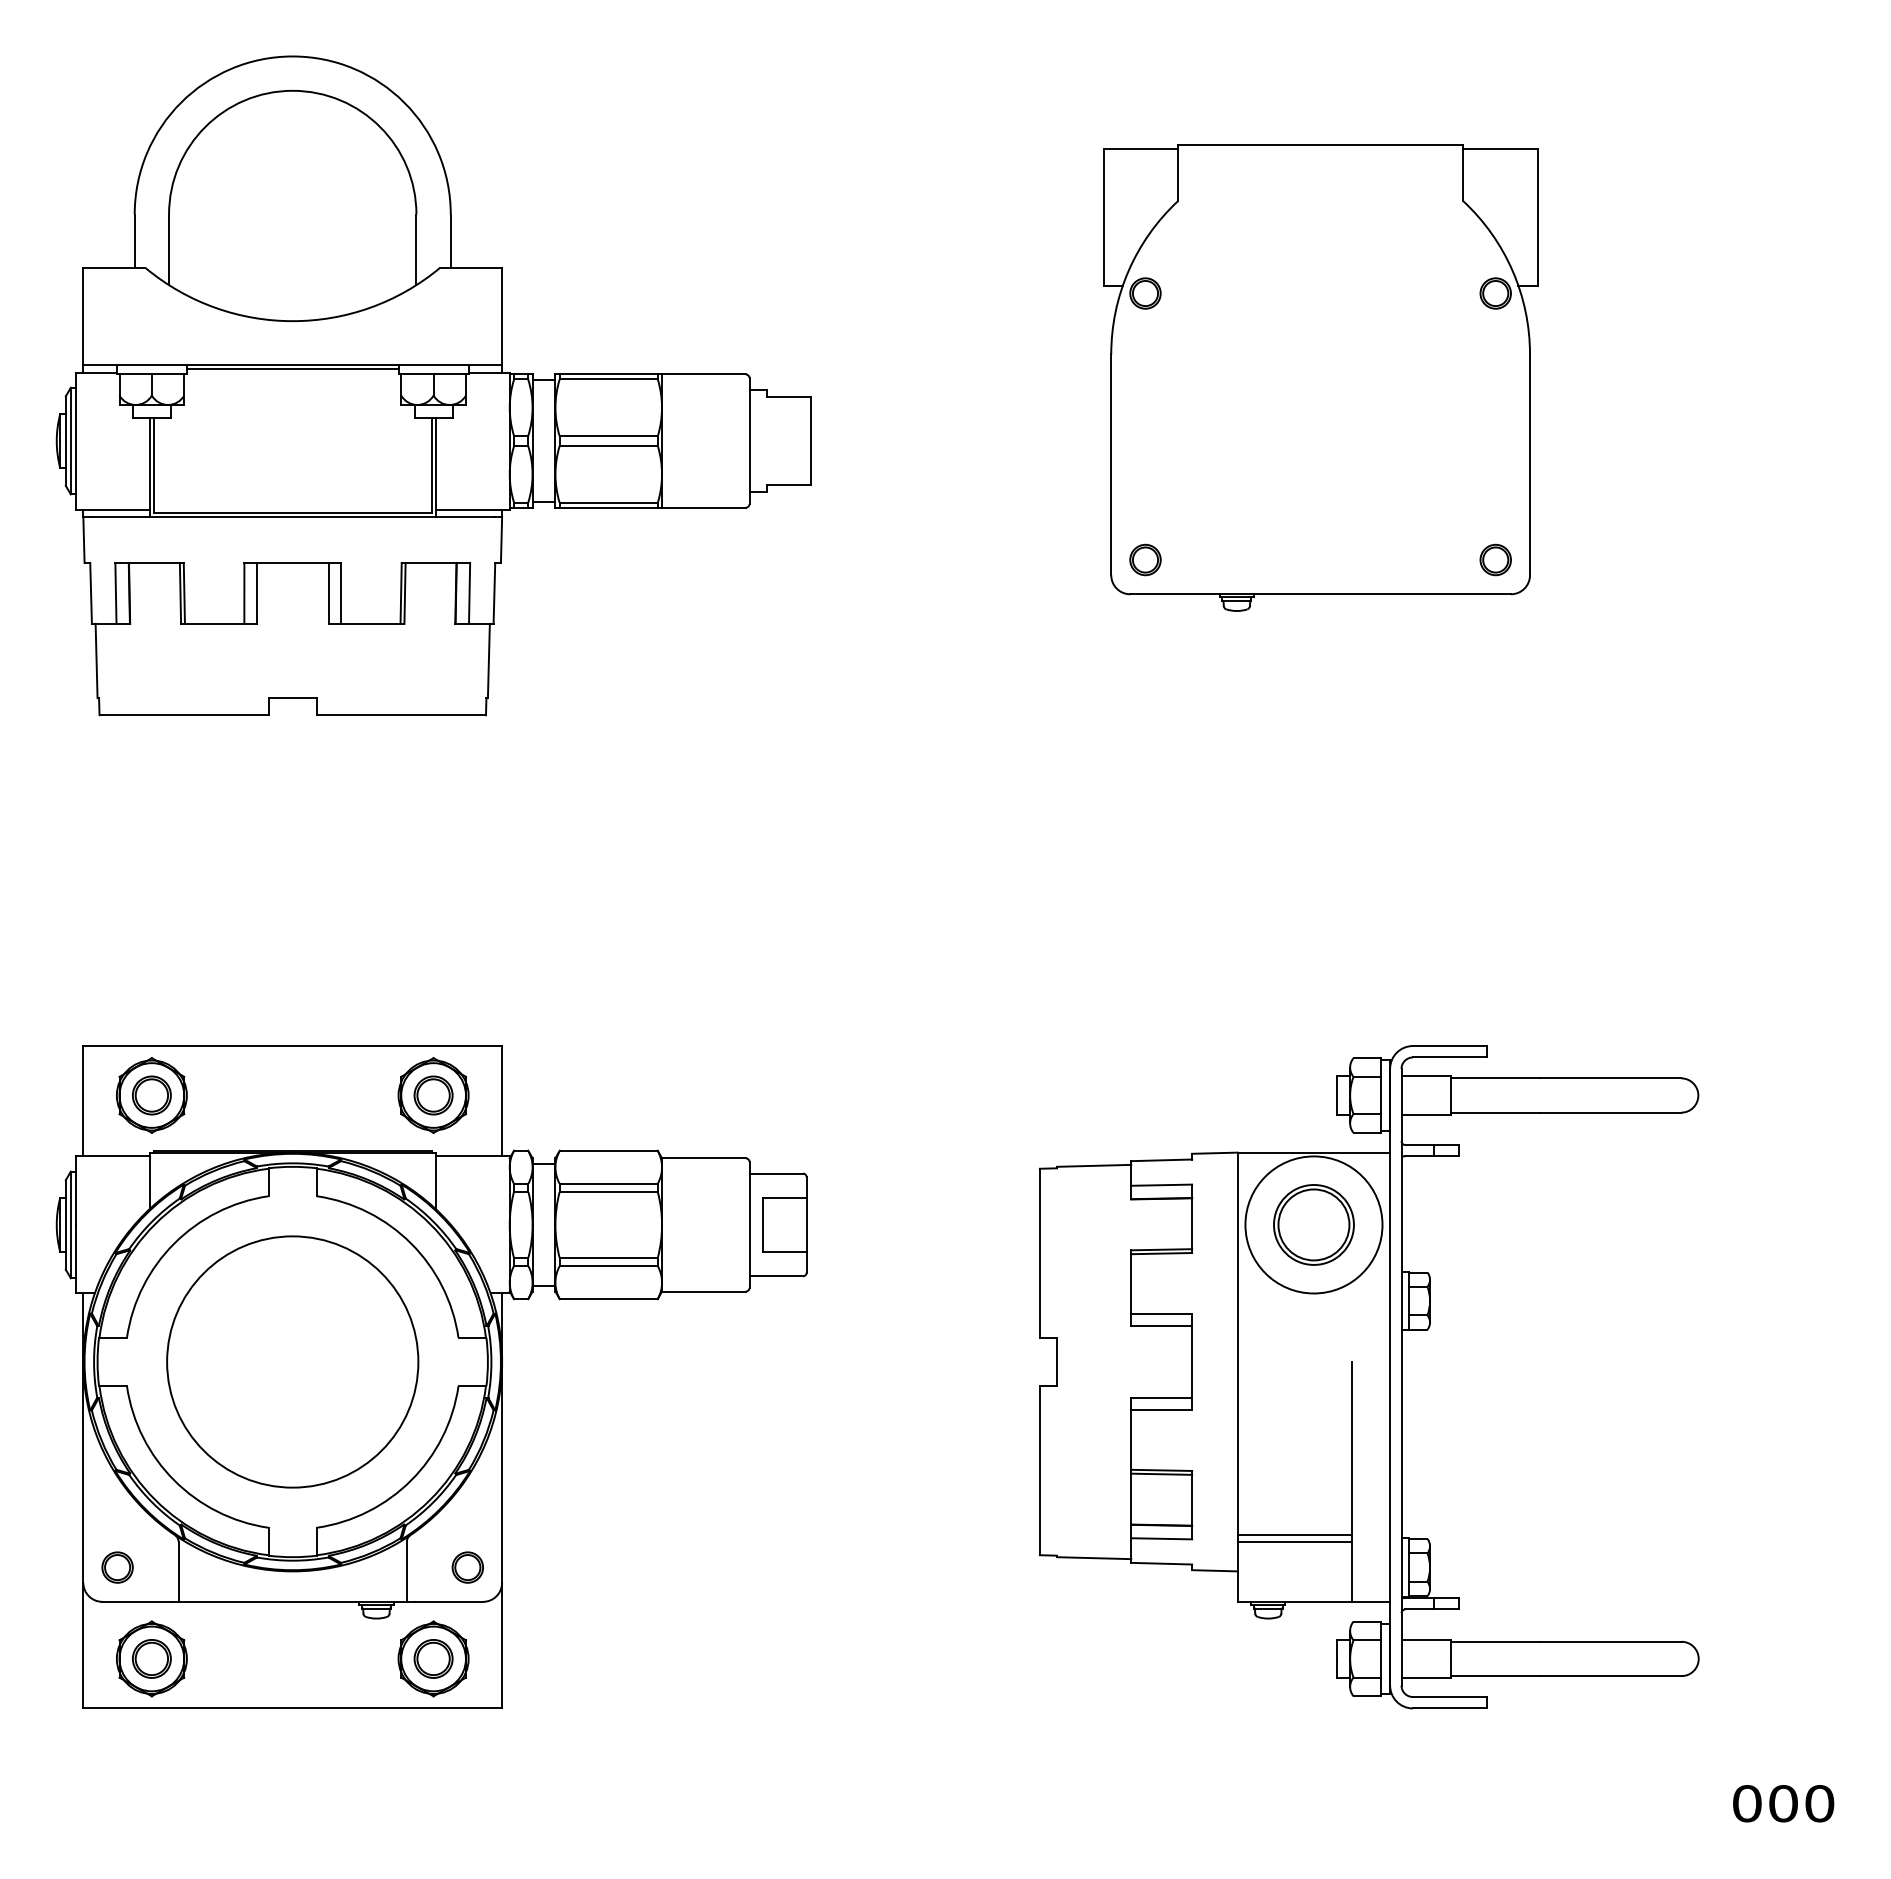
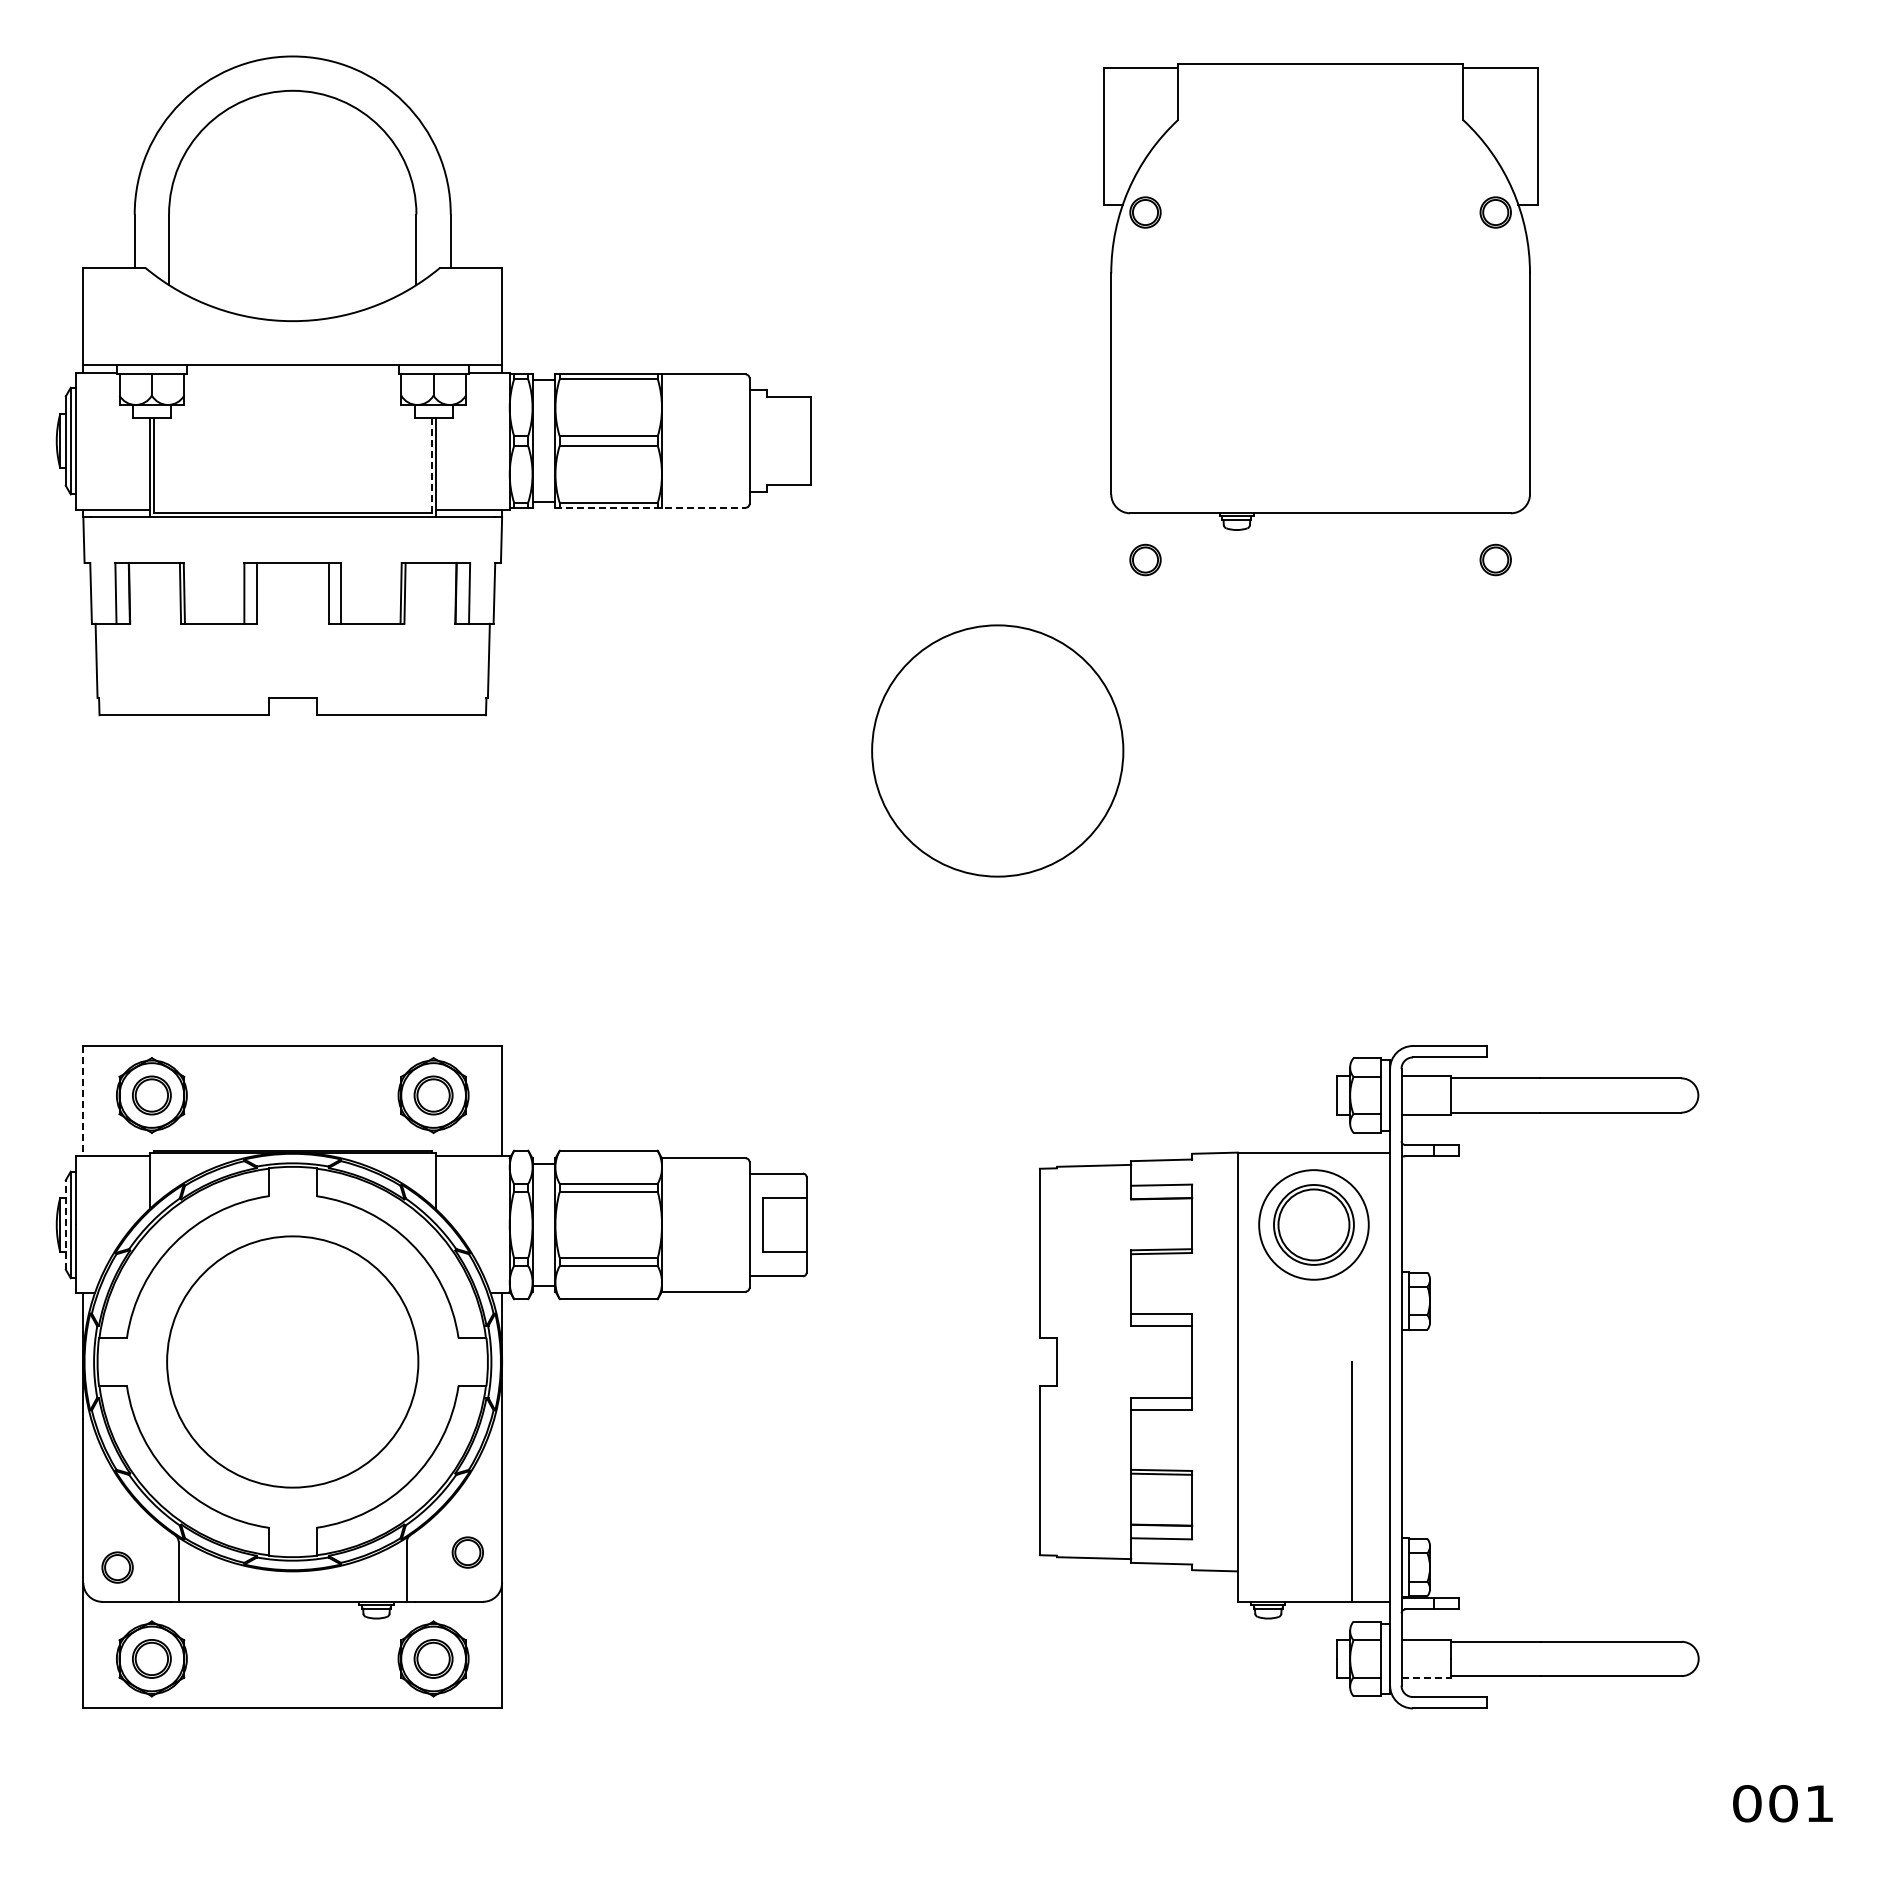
line at (292, 368): present -> none
part at (1320, 377) position: (1320, 377) -> (1320, 296)
line at (431, 465): solid -> dashed
line at (651, 507): solid -> dashed
circle at (997, 750): none -> present
line at (83, 1101): solid -> dashed
line at (65, 1224): solid -> dashed
circle at (1313, 1224) diameter: 137 px -> 110 px
line at (1294, 1535): present -> none
line at (1294, 1541): present -> none
part at (467, 1567) position: (467, 1567) -> (467, 1552)
line at (1426, 1677): solid -> dashed
text at (1819, 1803): 000 -> 001
